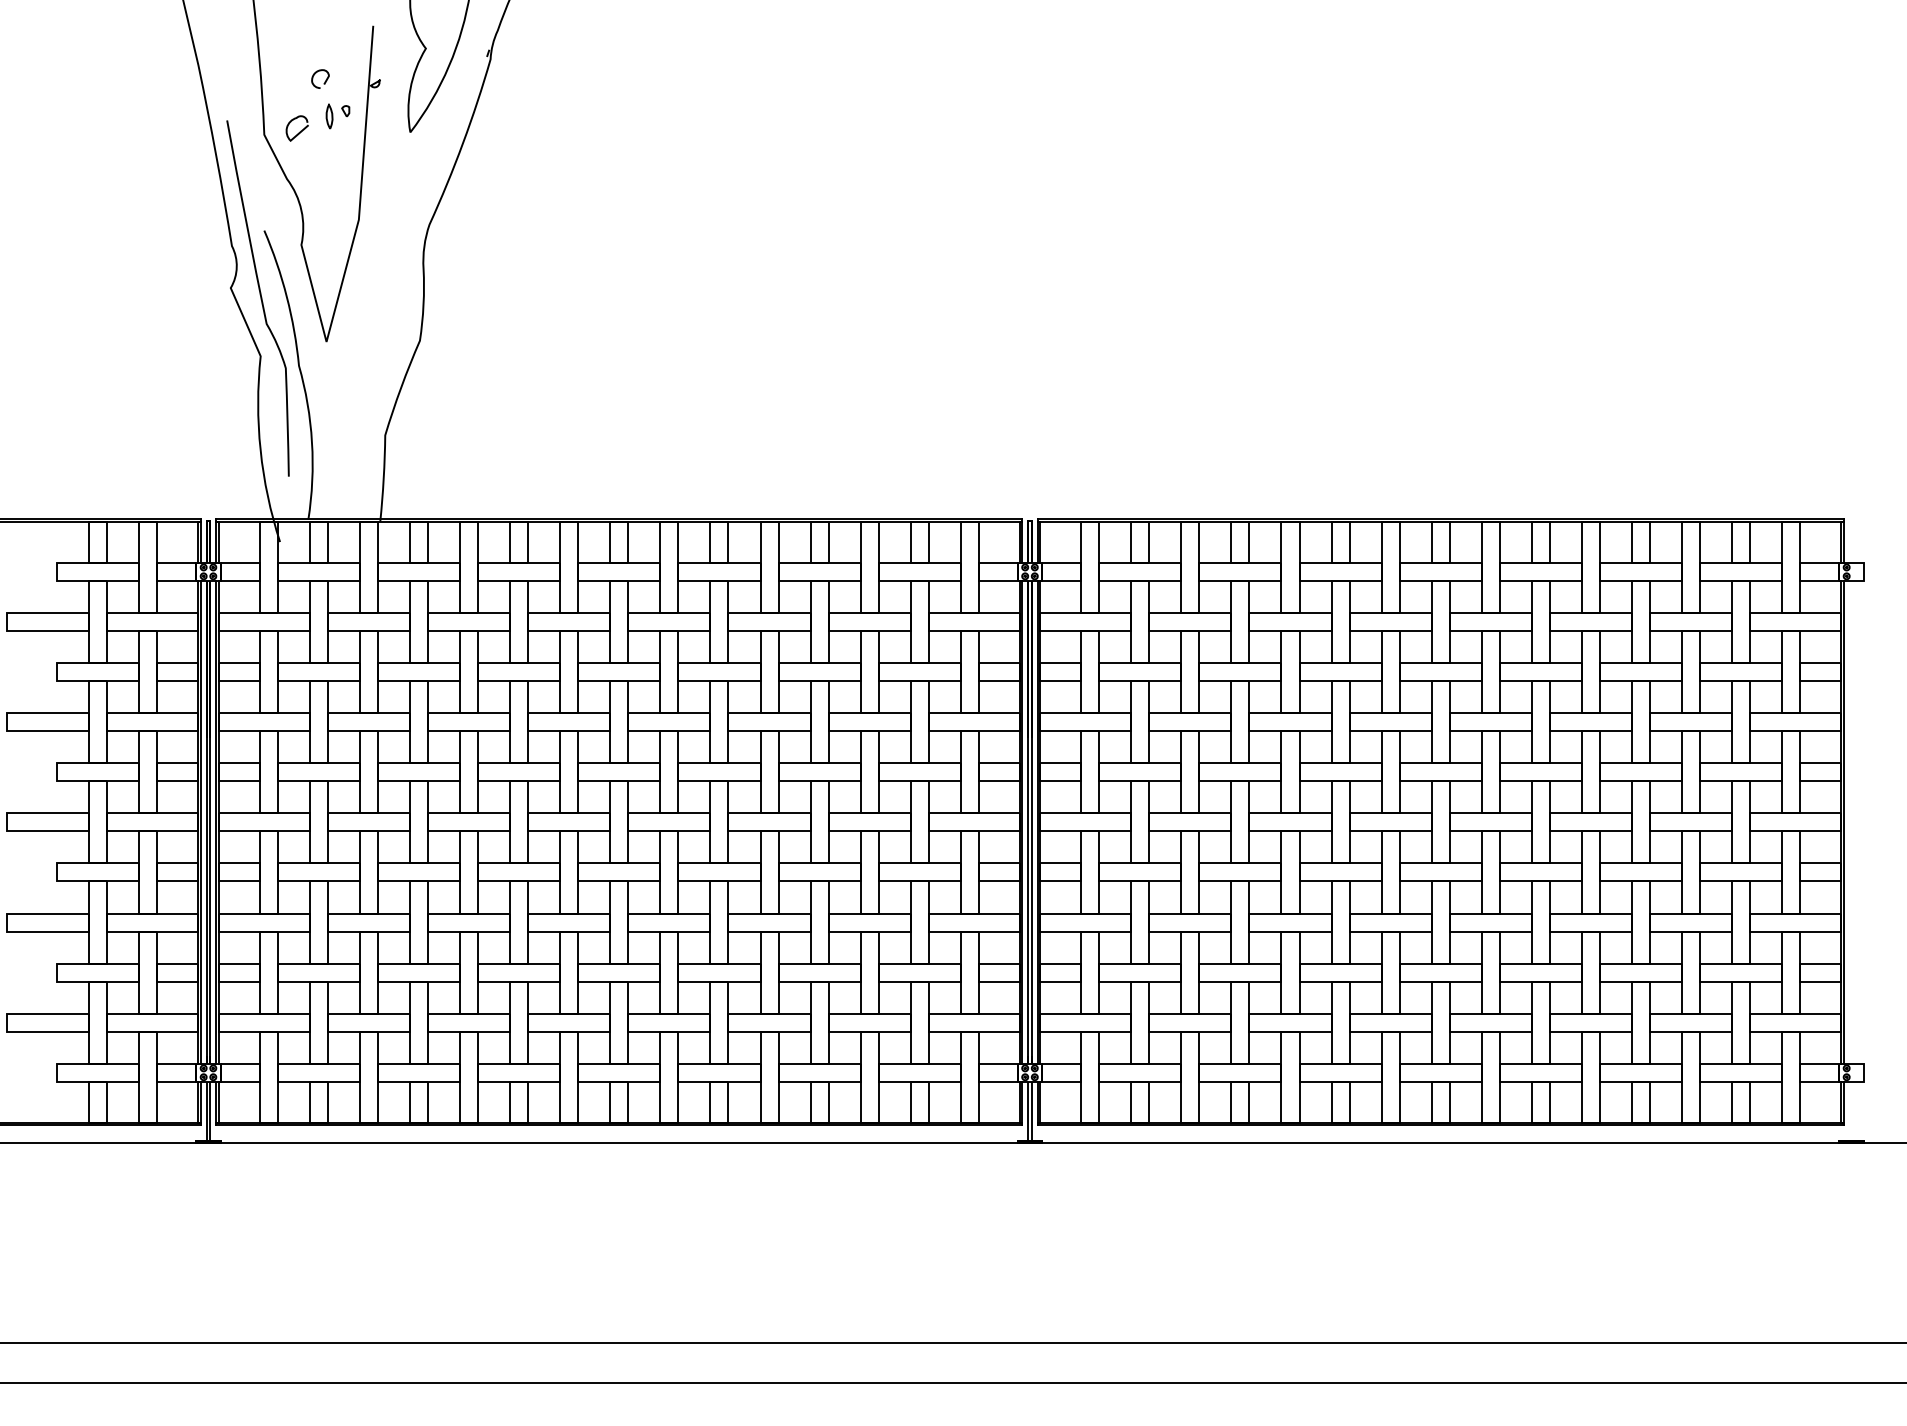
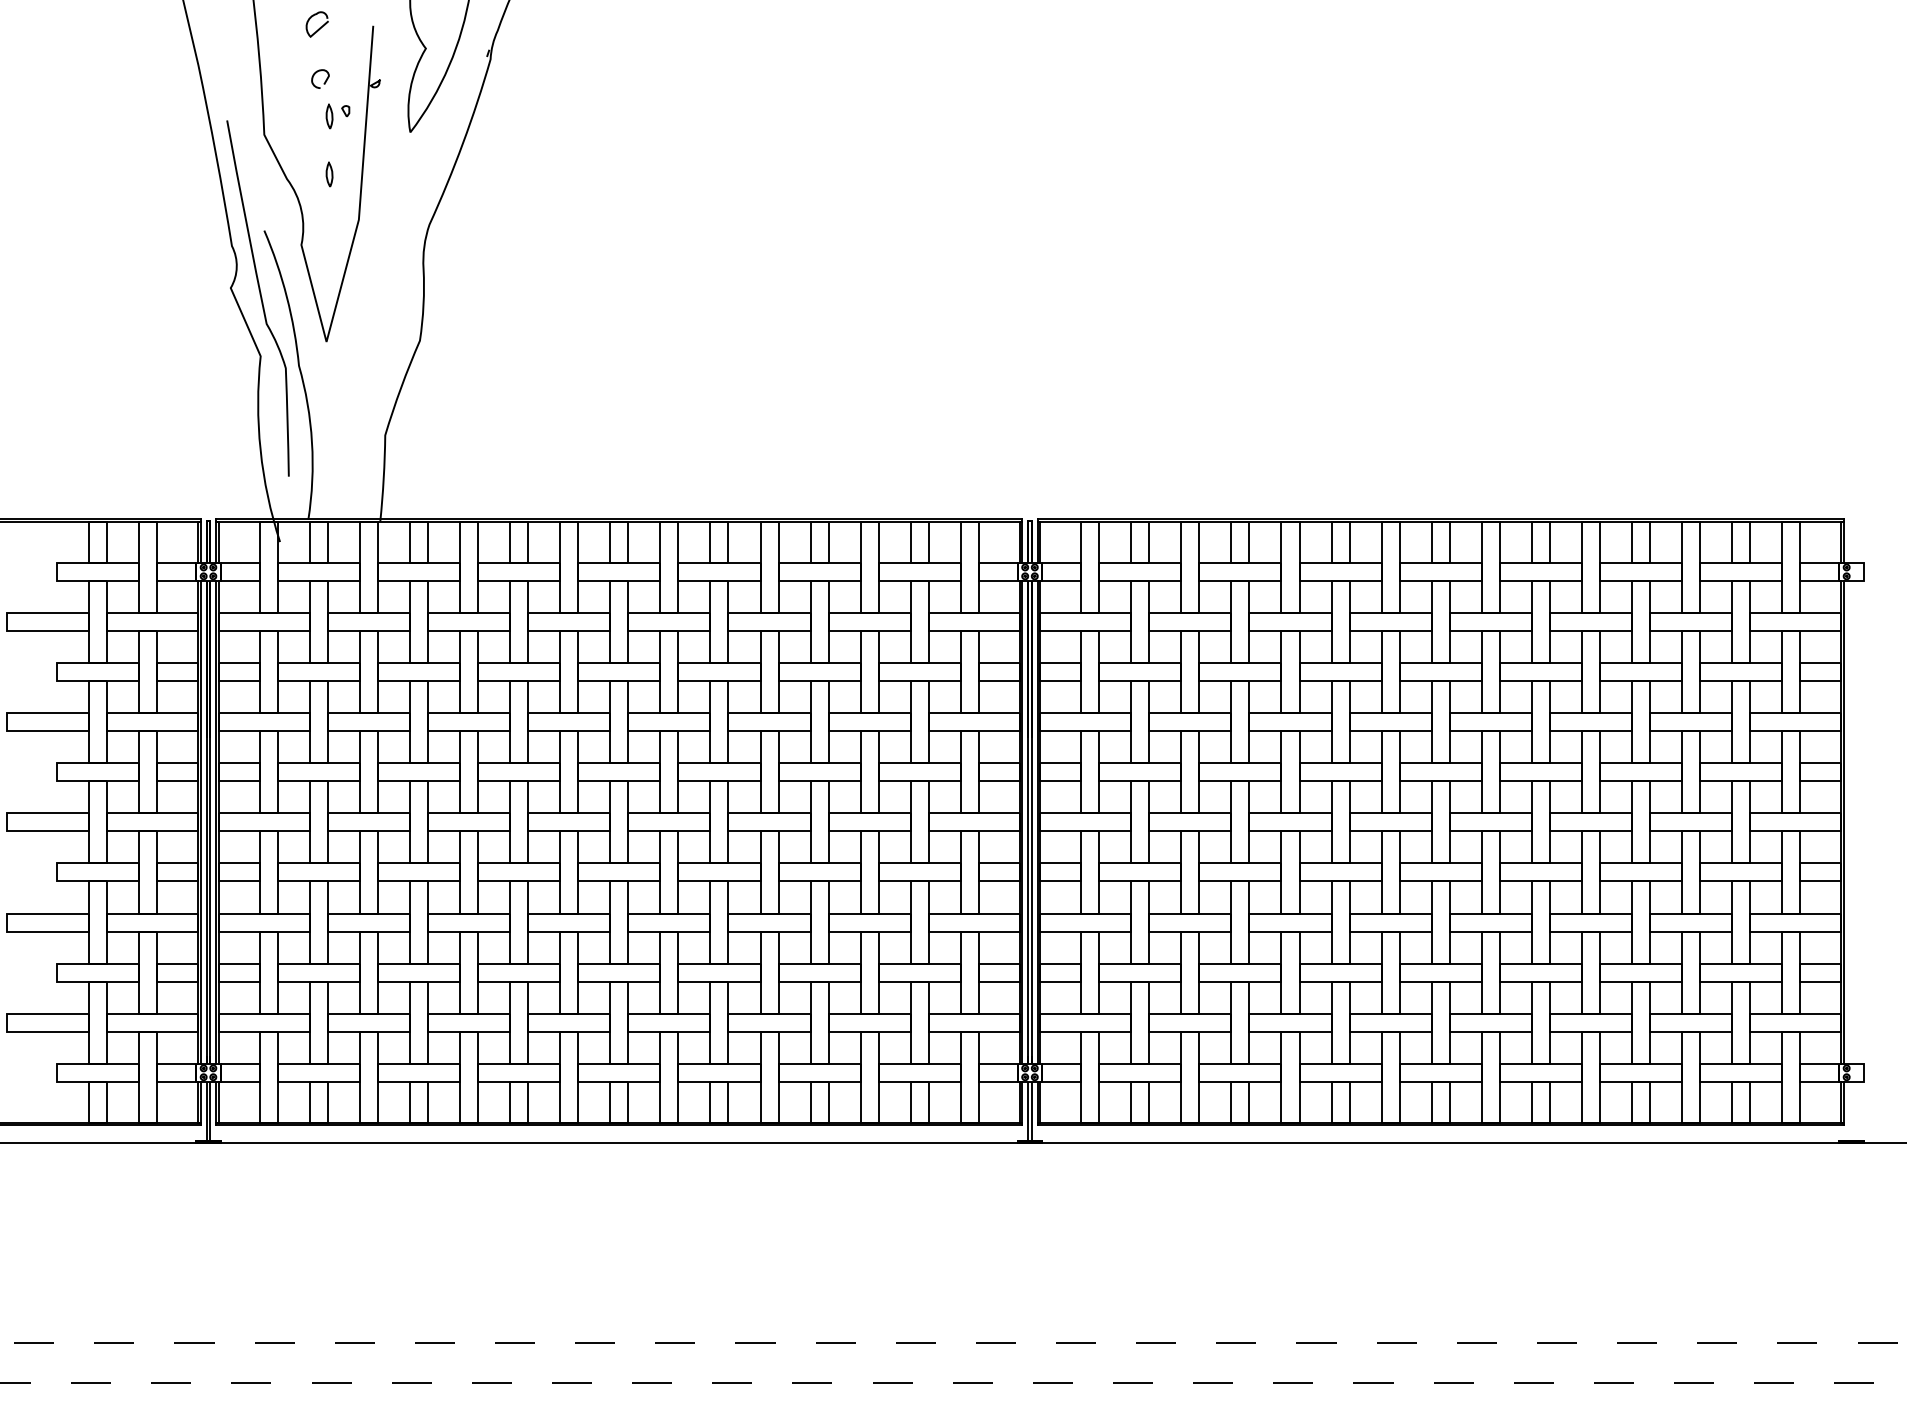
curve at (299, 131) position: (299, 131) -> (319, 27)
curve at (327, 174): none -> present
line at (953, 1343): solid -> dashed
line at (953, 1383): solid -> dashed
